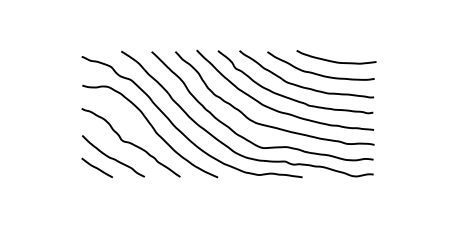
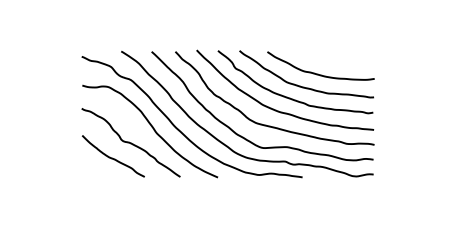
curve at (336, 61): present -> none
curve at (96, 167): present -> none
